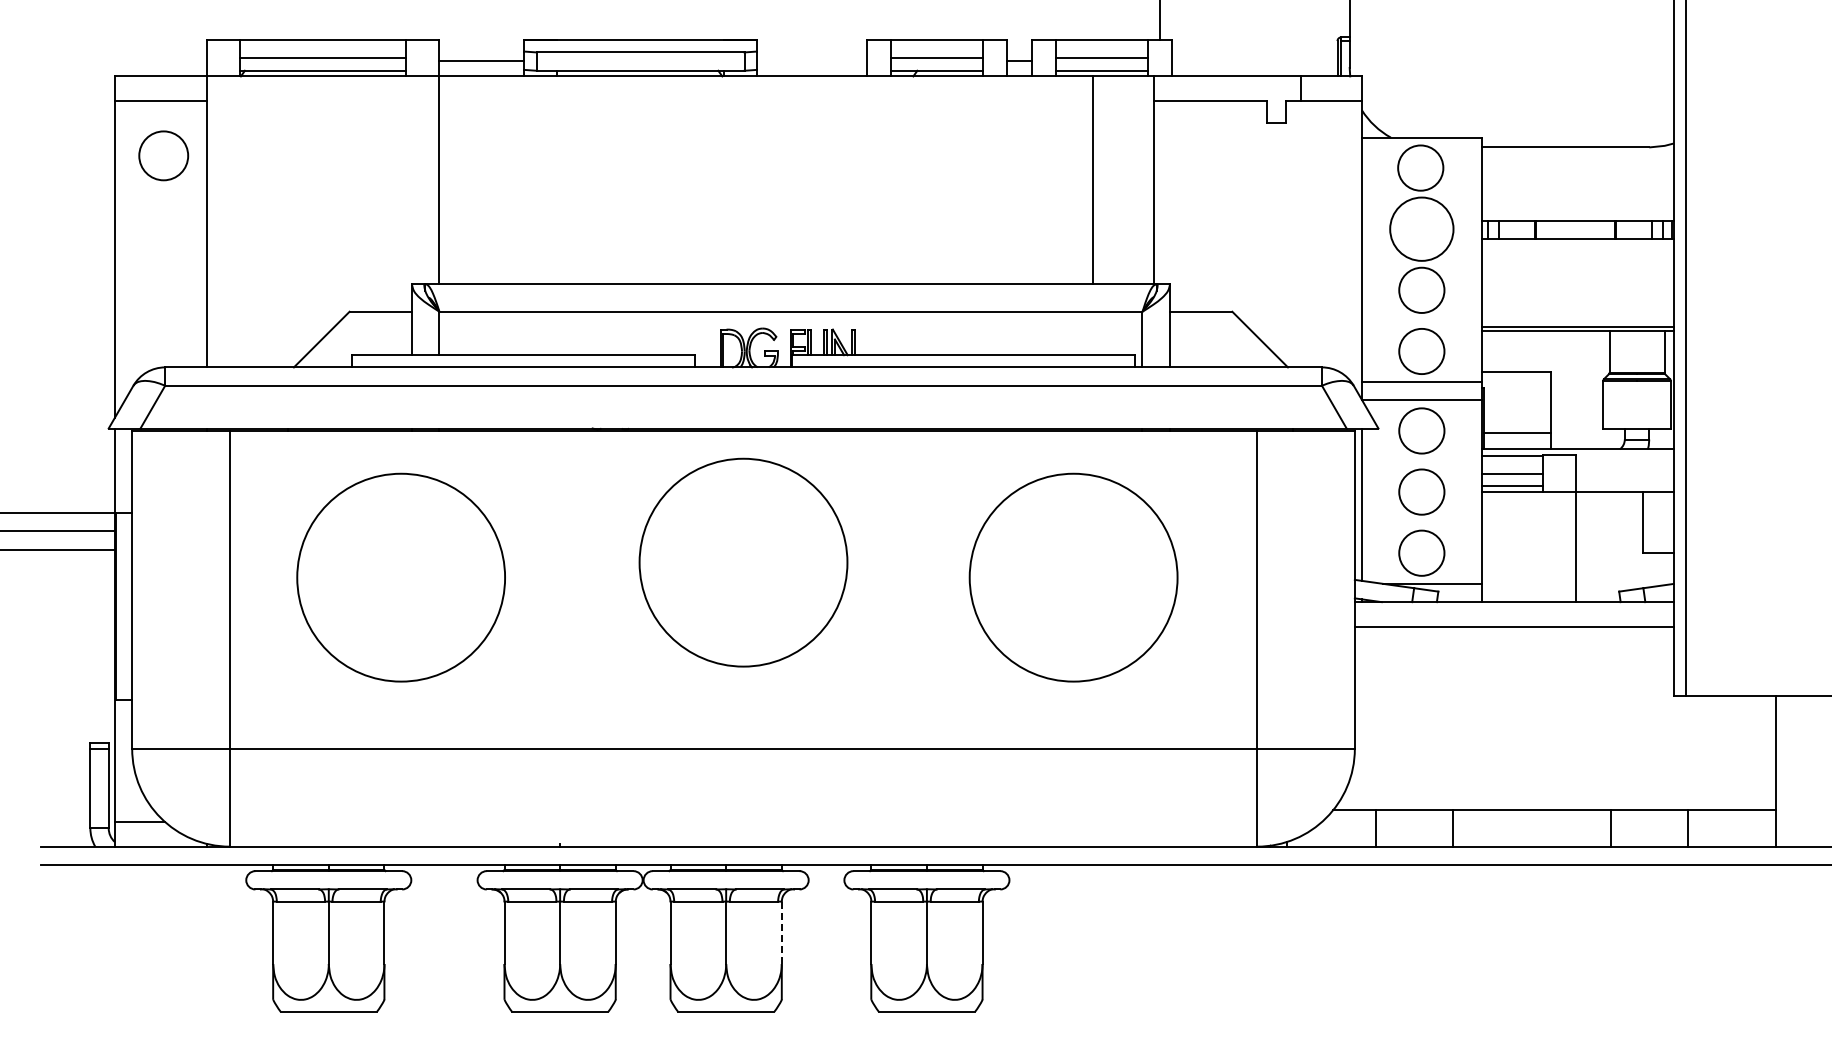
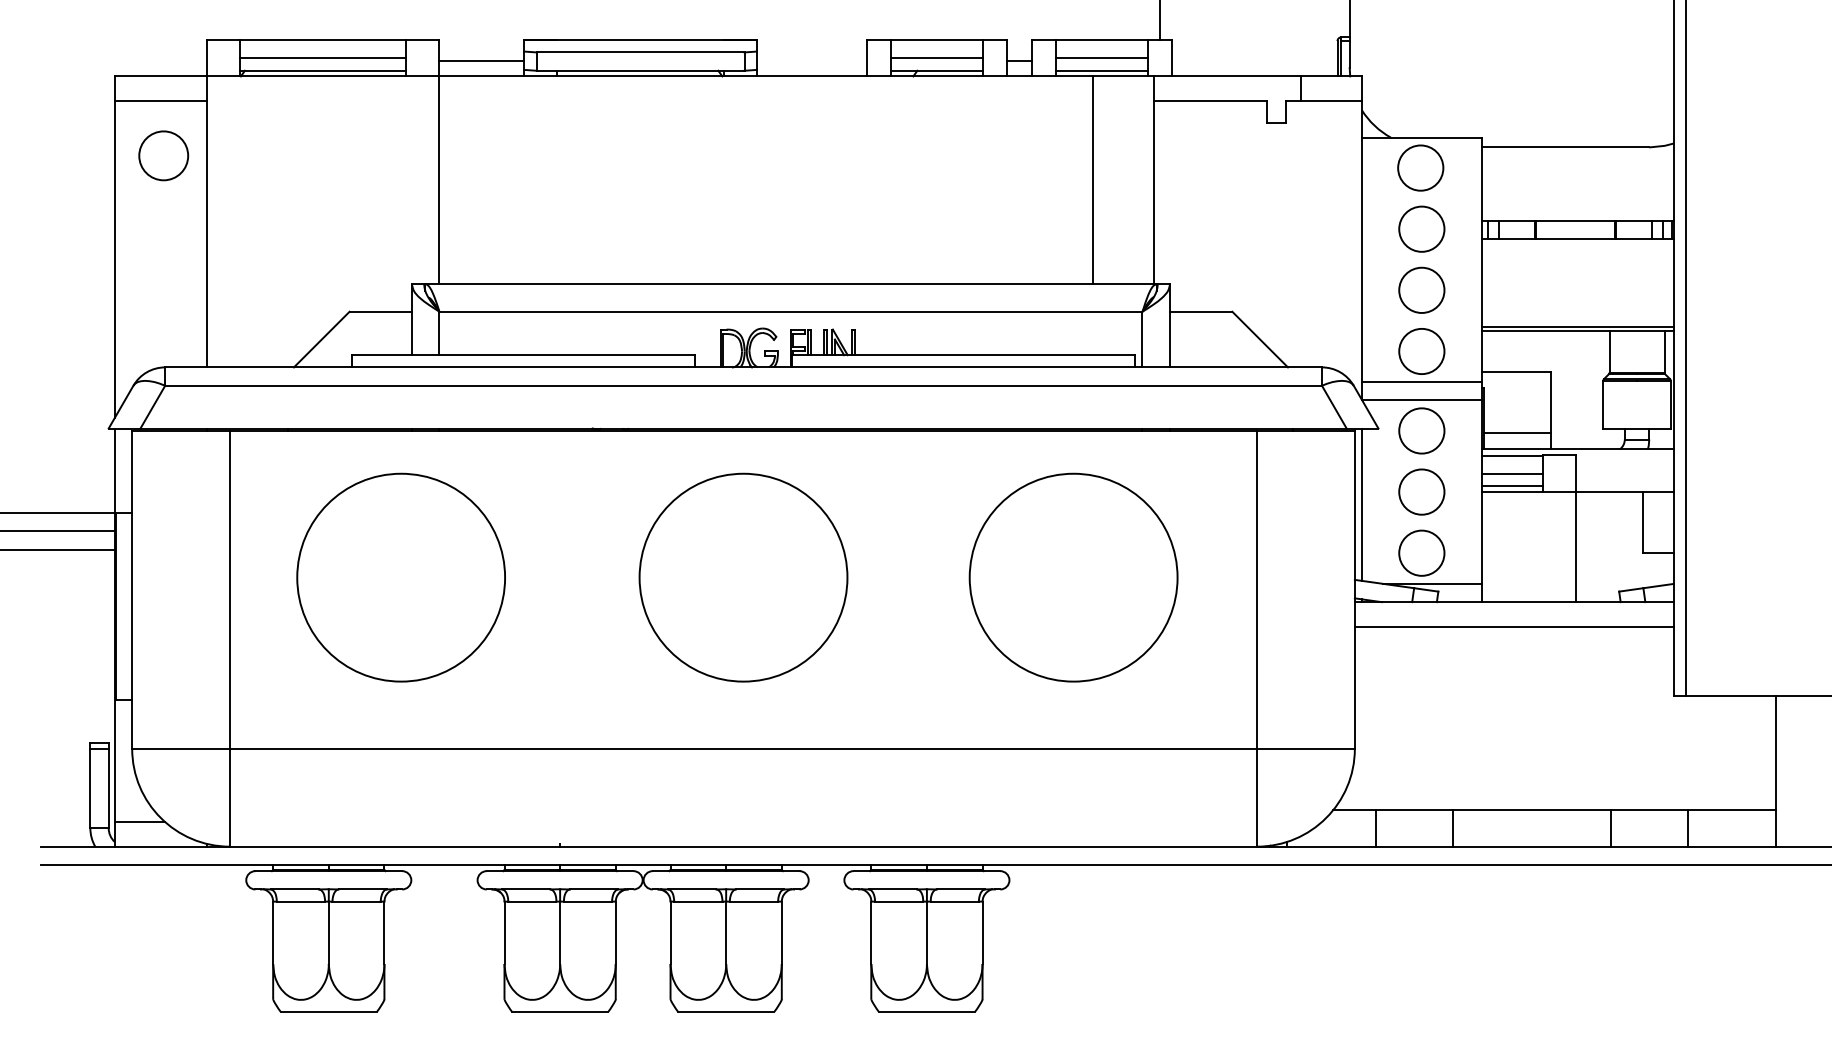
circle at (1421, 228) diameter: 63 px -> 45 px
circle at (743, 562) position: (743, 562) -> (743, 577)
line at (781, 933): dashed -> solid
